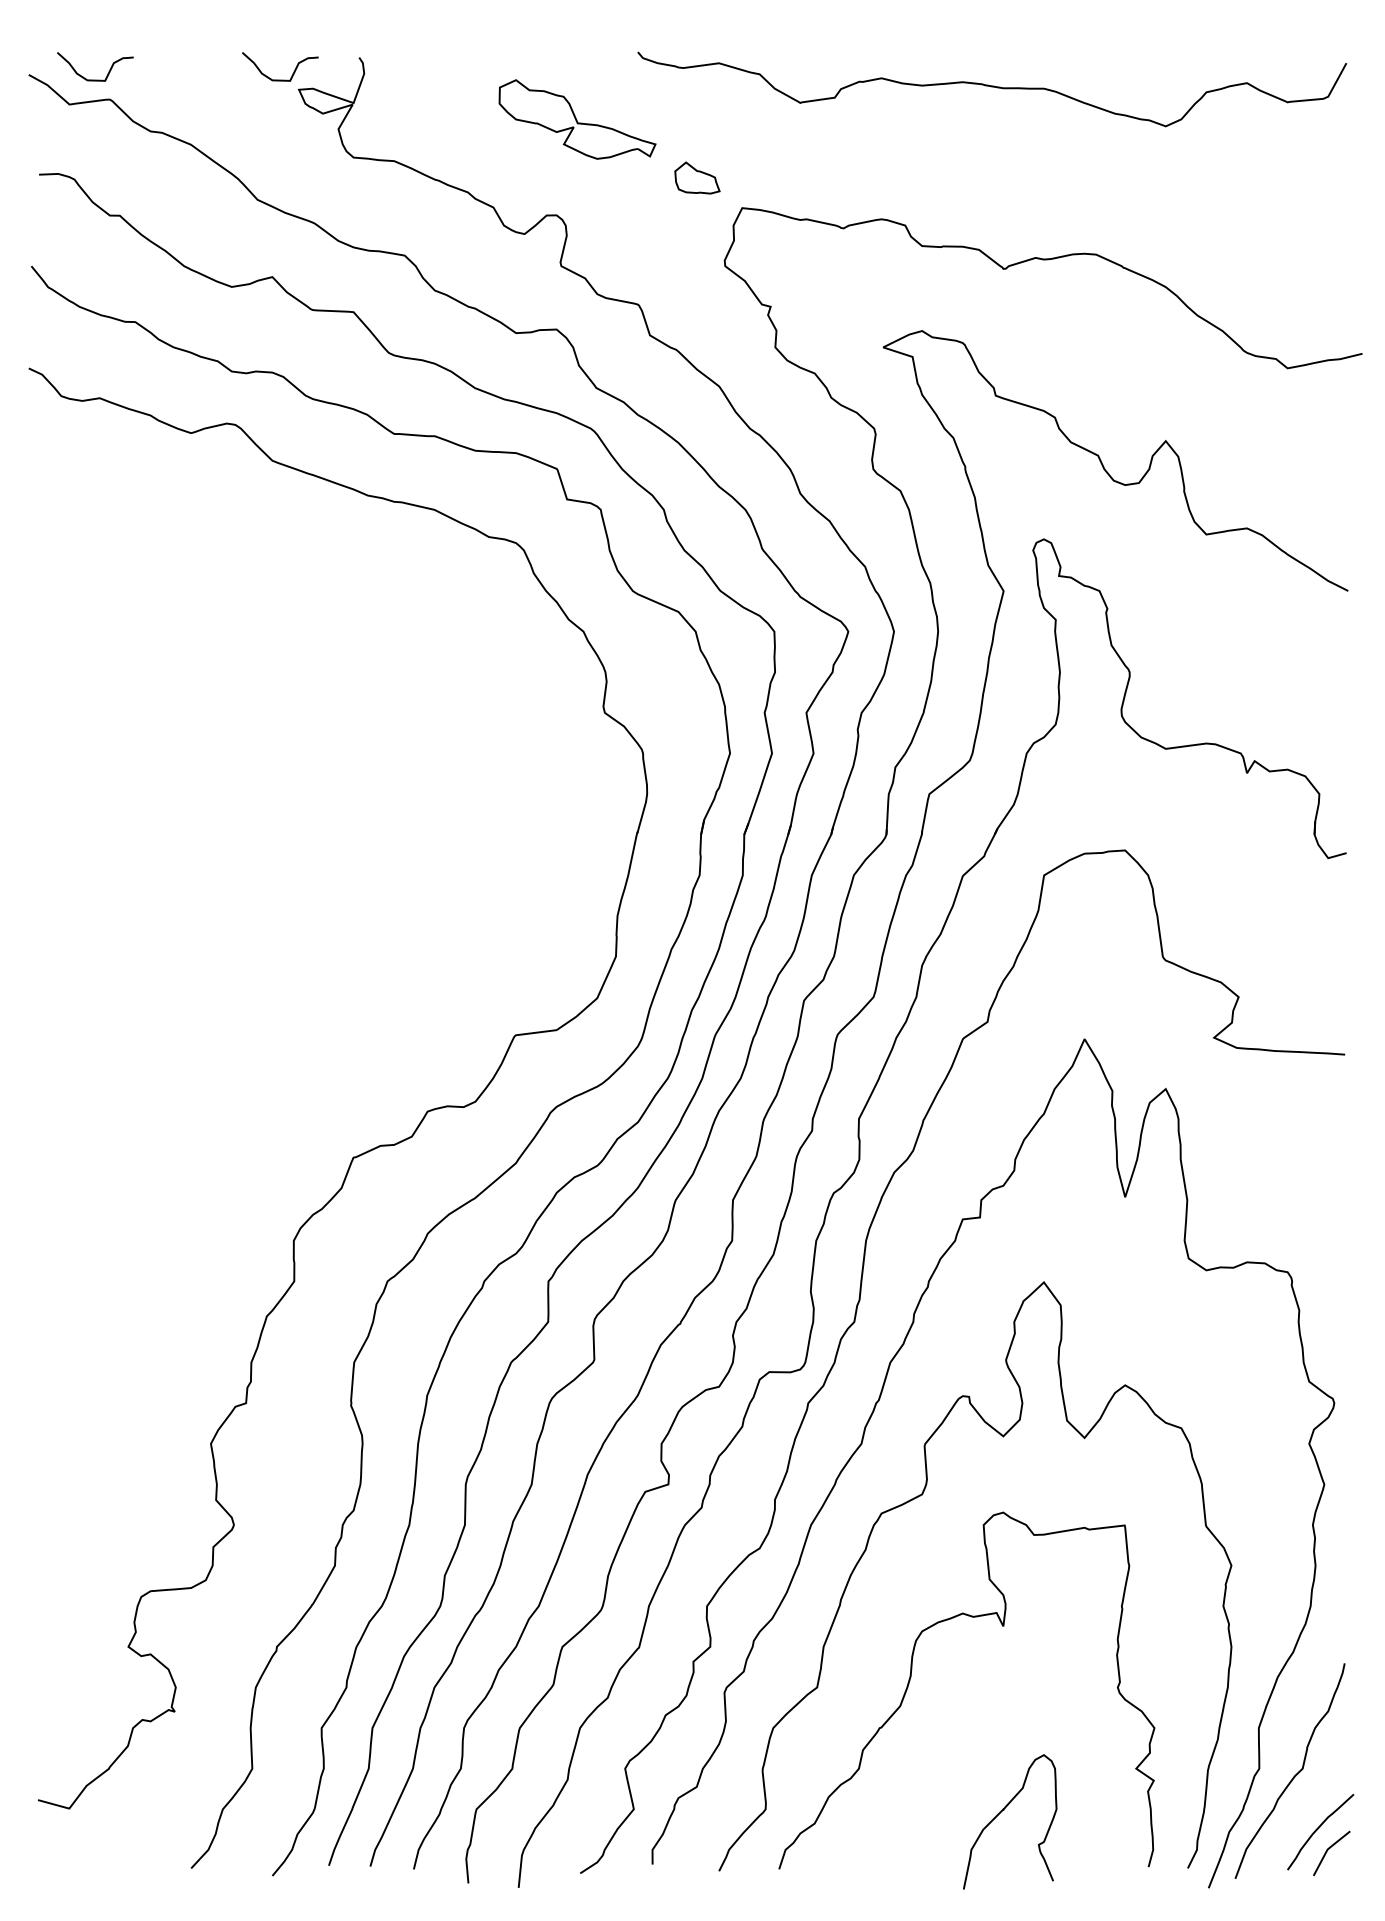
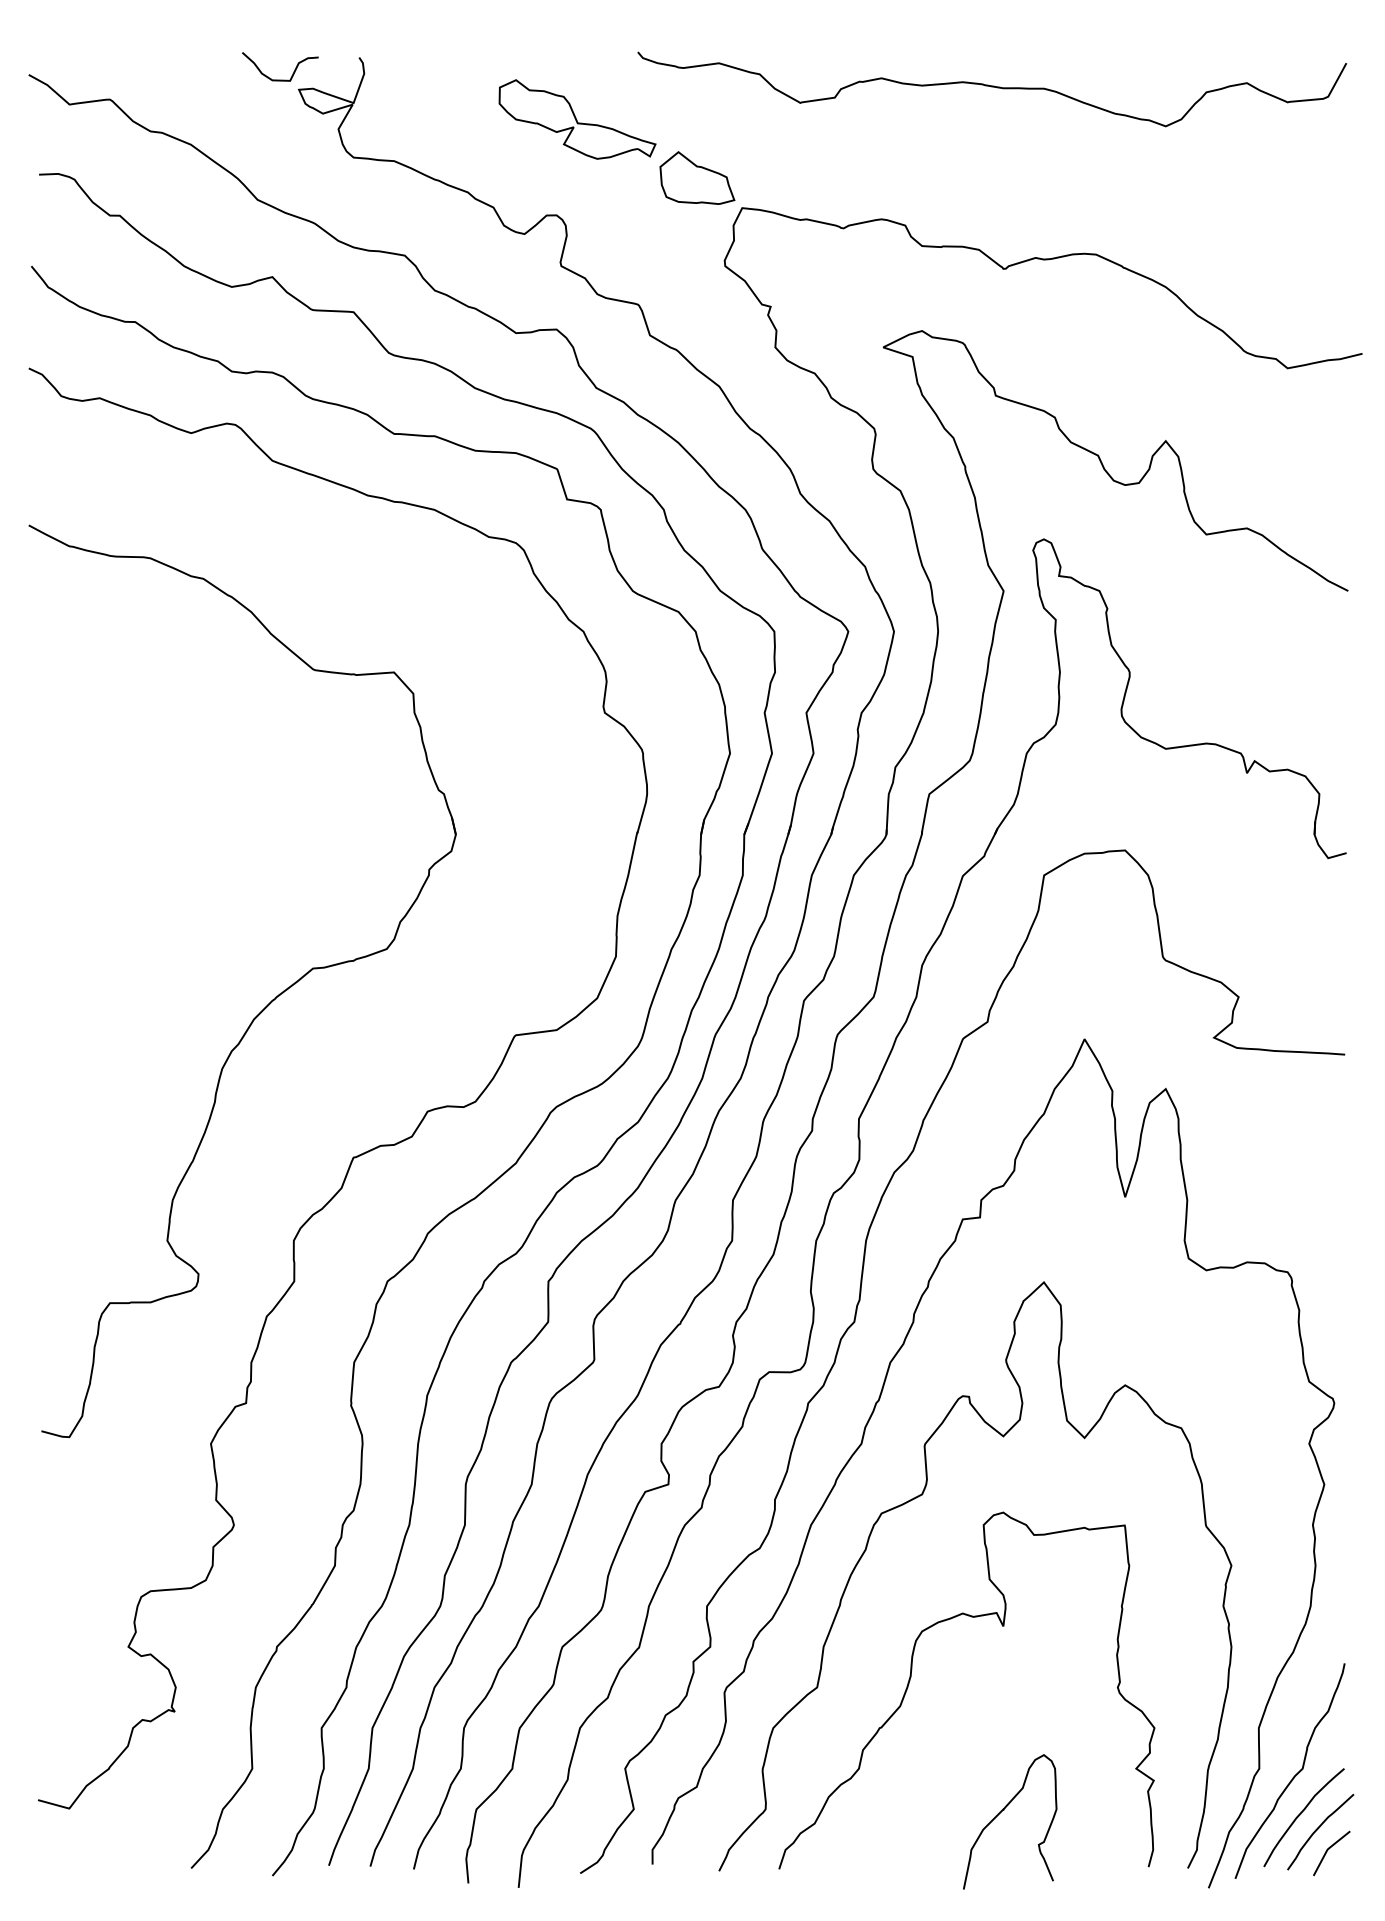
curve at (95, 79): present -> none
part at (697, 177) size: 47x34 px -> 77x54 px
part at (266, 1005): none -> present
curve at (1301, 1814): none -> present
